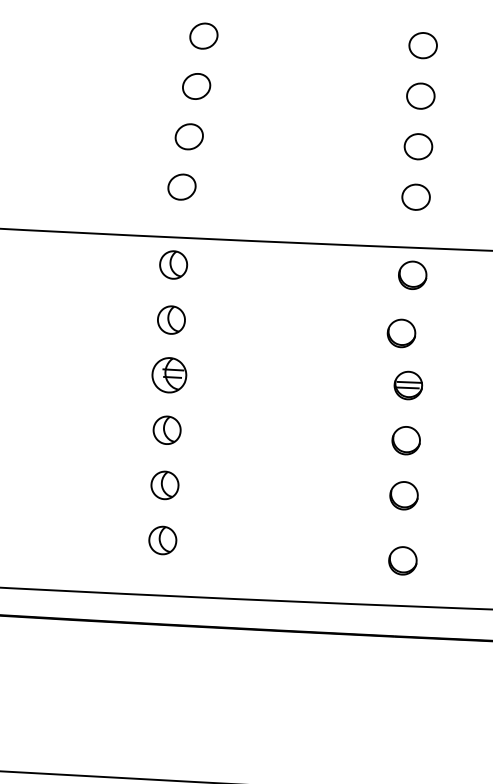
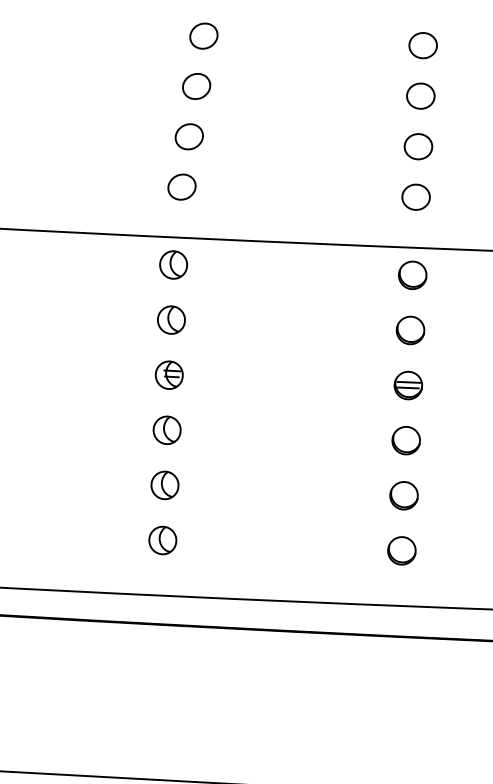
part at (401, 333) position: (401, 333) -> (410, 330)
part at (169, 375) size: 37x37 px -> 30x30 px
part at (402, 560) position: (402, 560) -> (401, 550)
